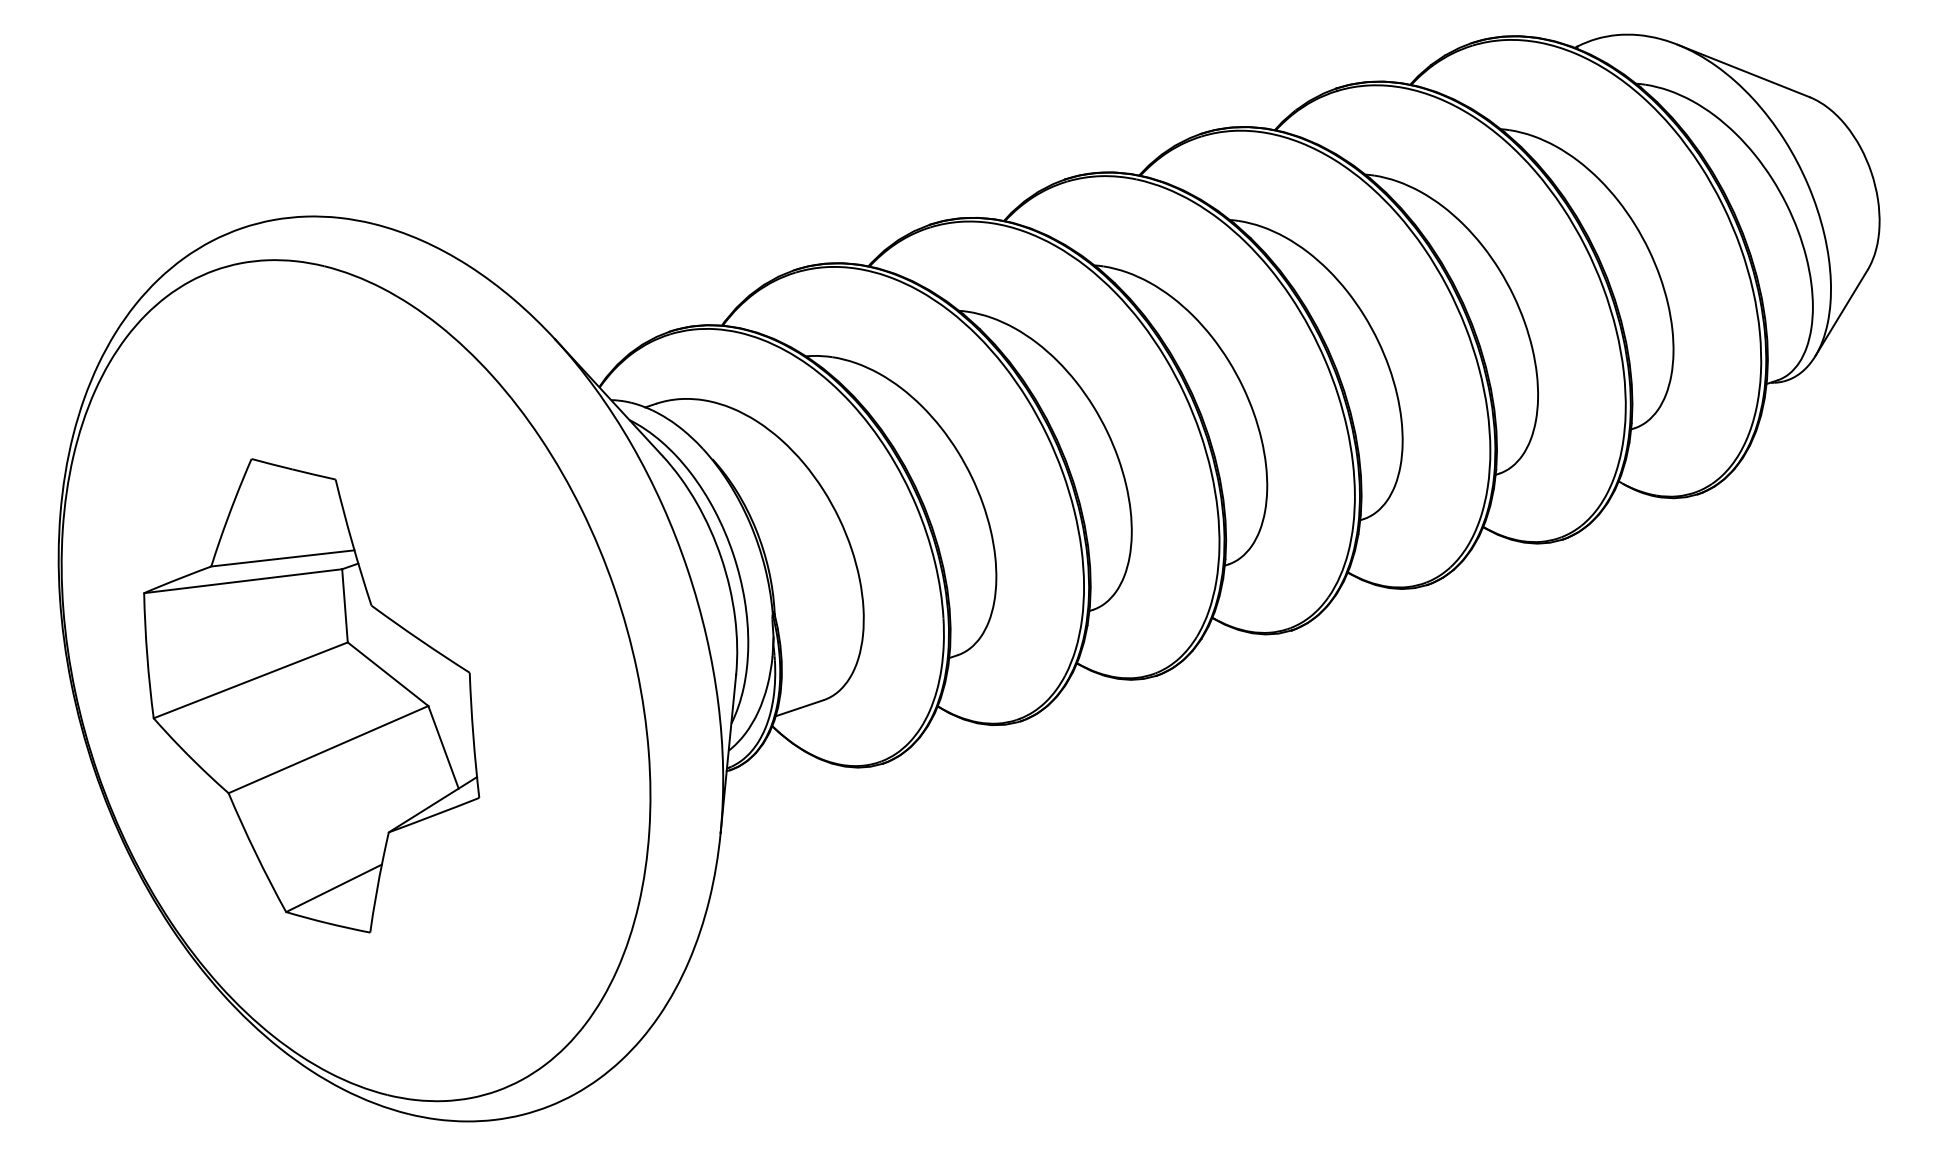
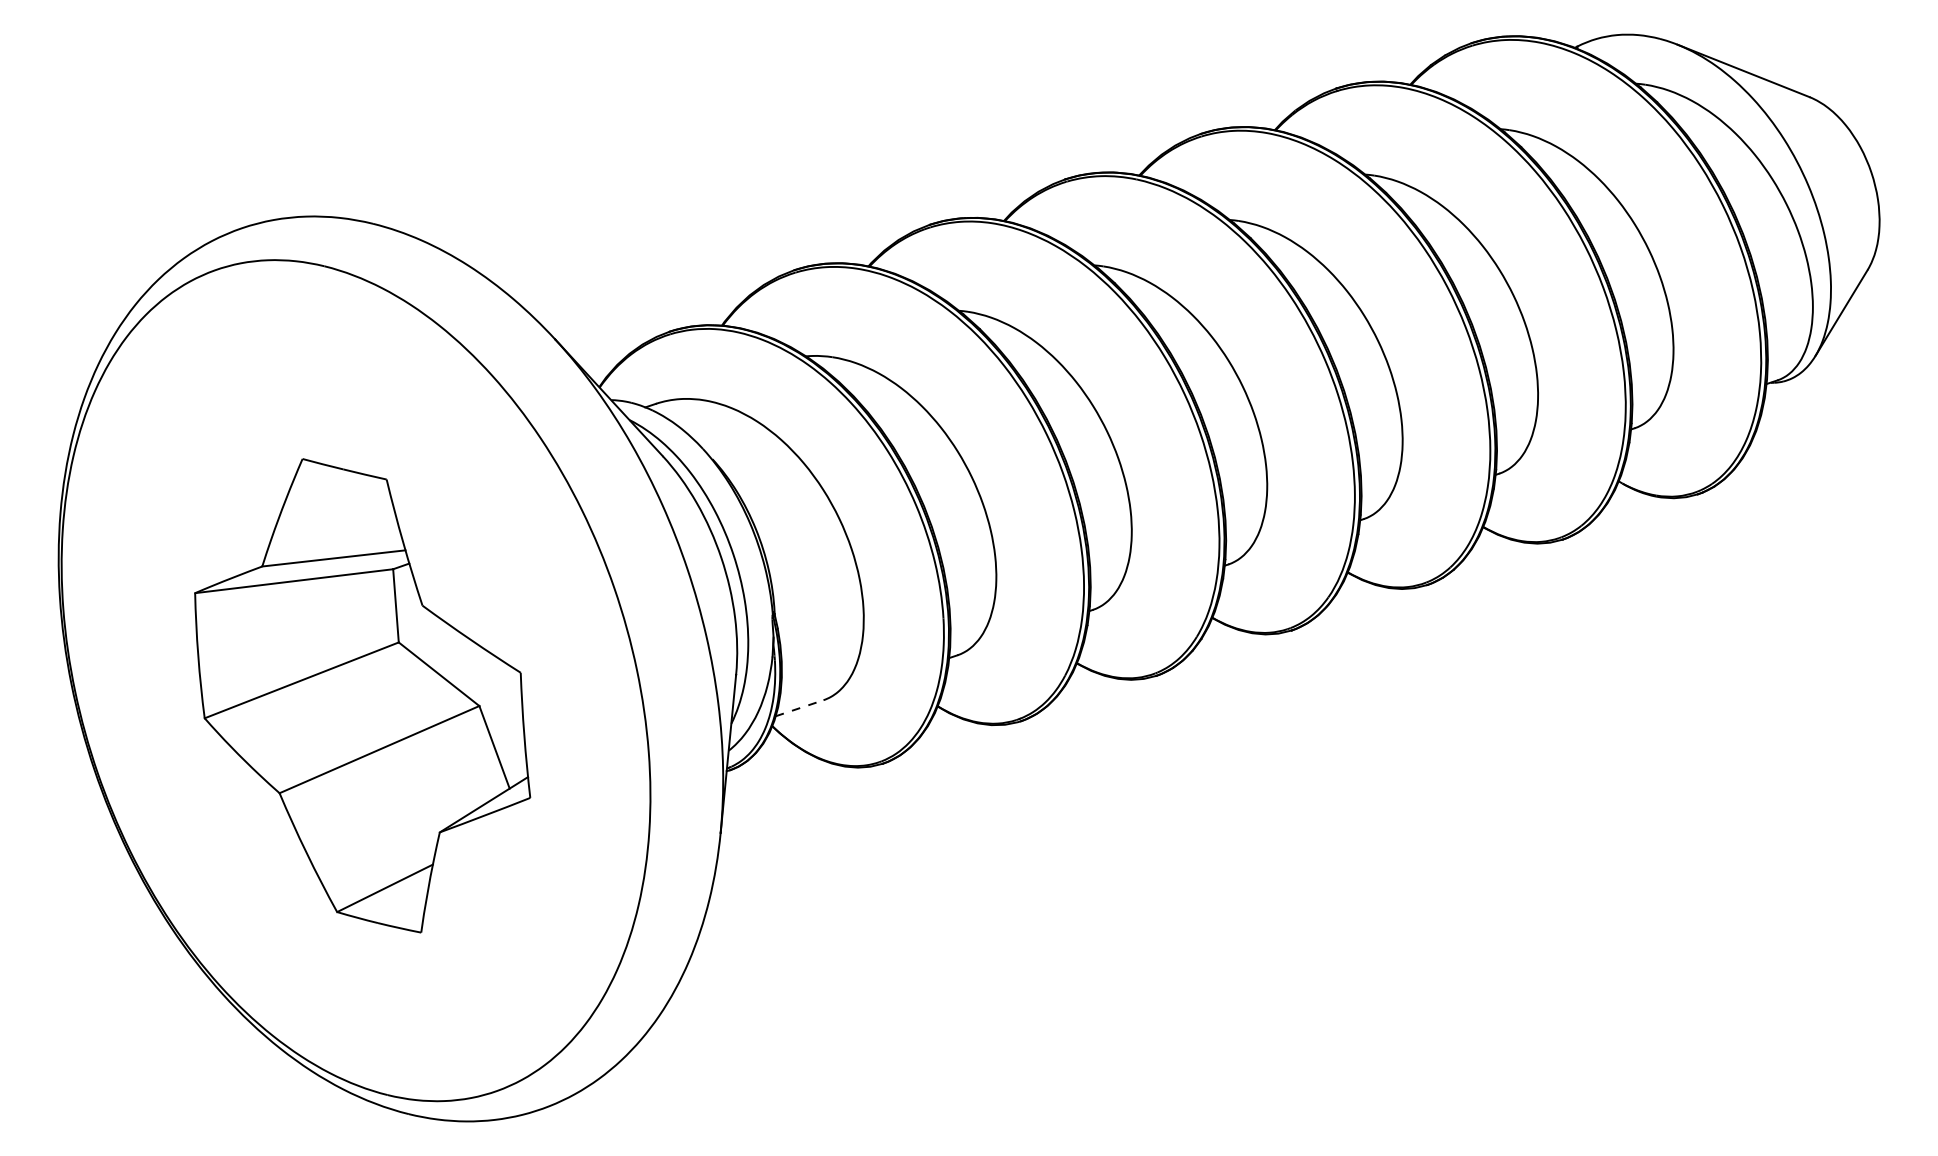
part at (311, 695) position: (311, 695) -> (362, 695)
line at (800, 708): solid -> dashed
